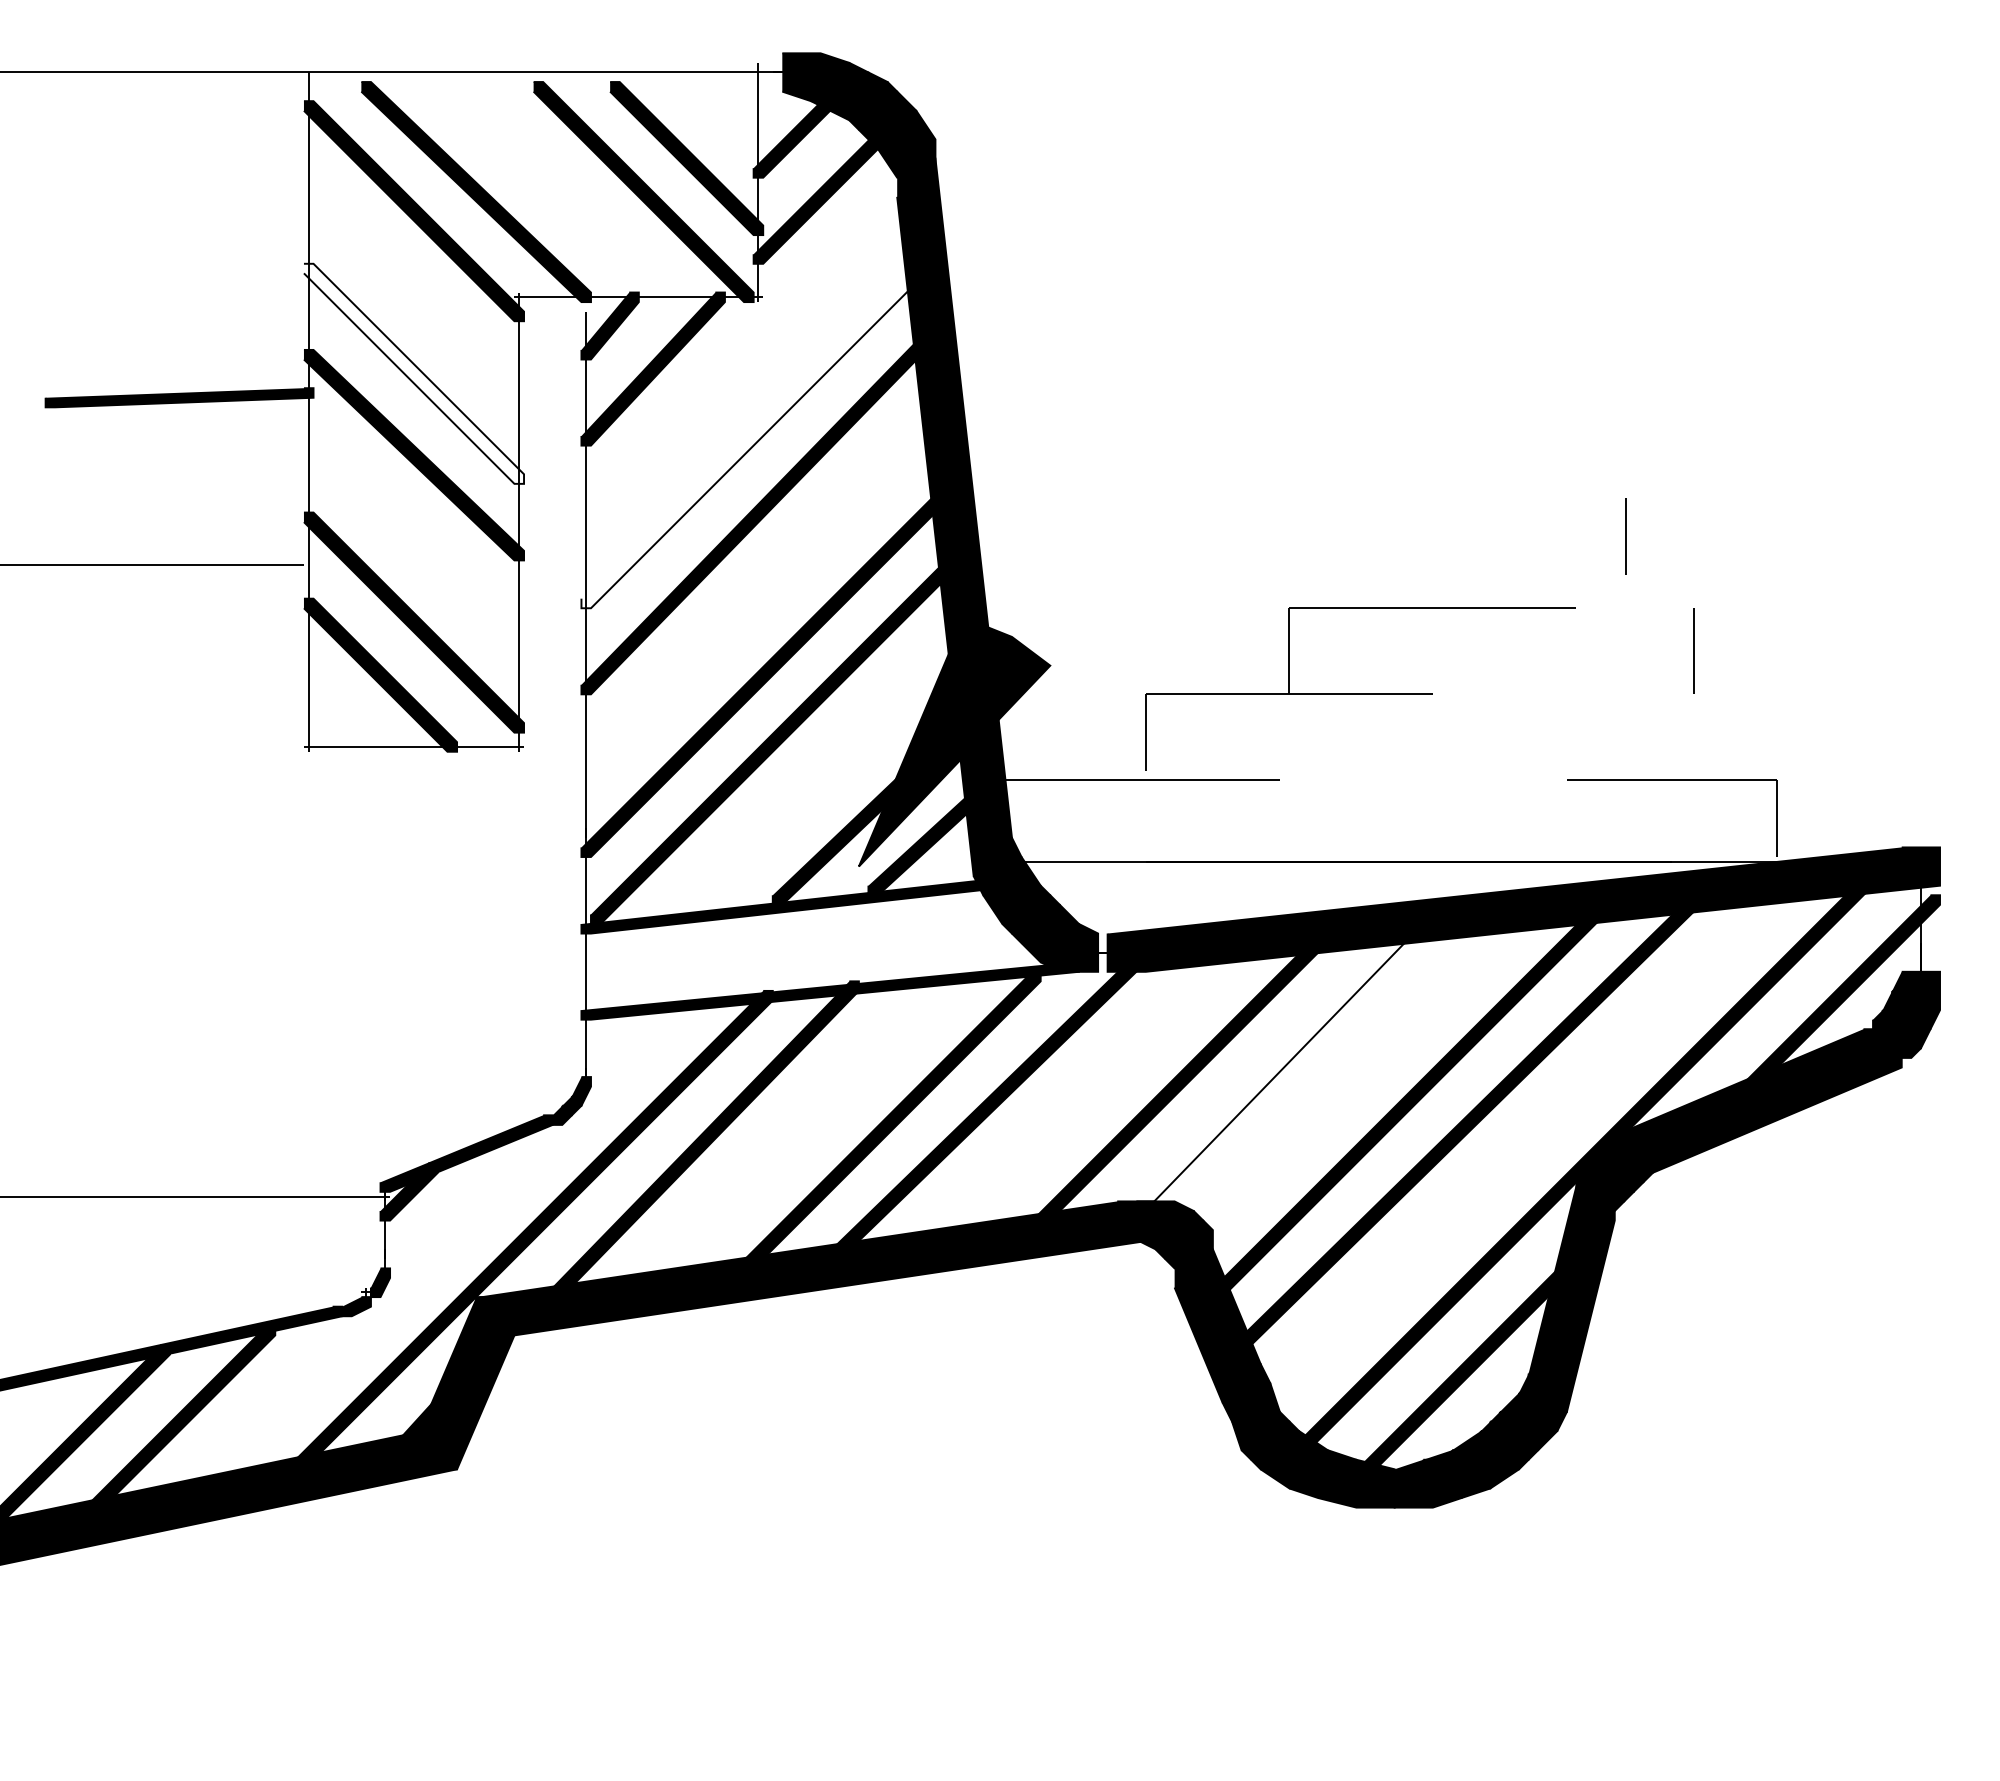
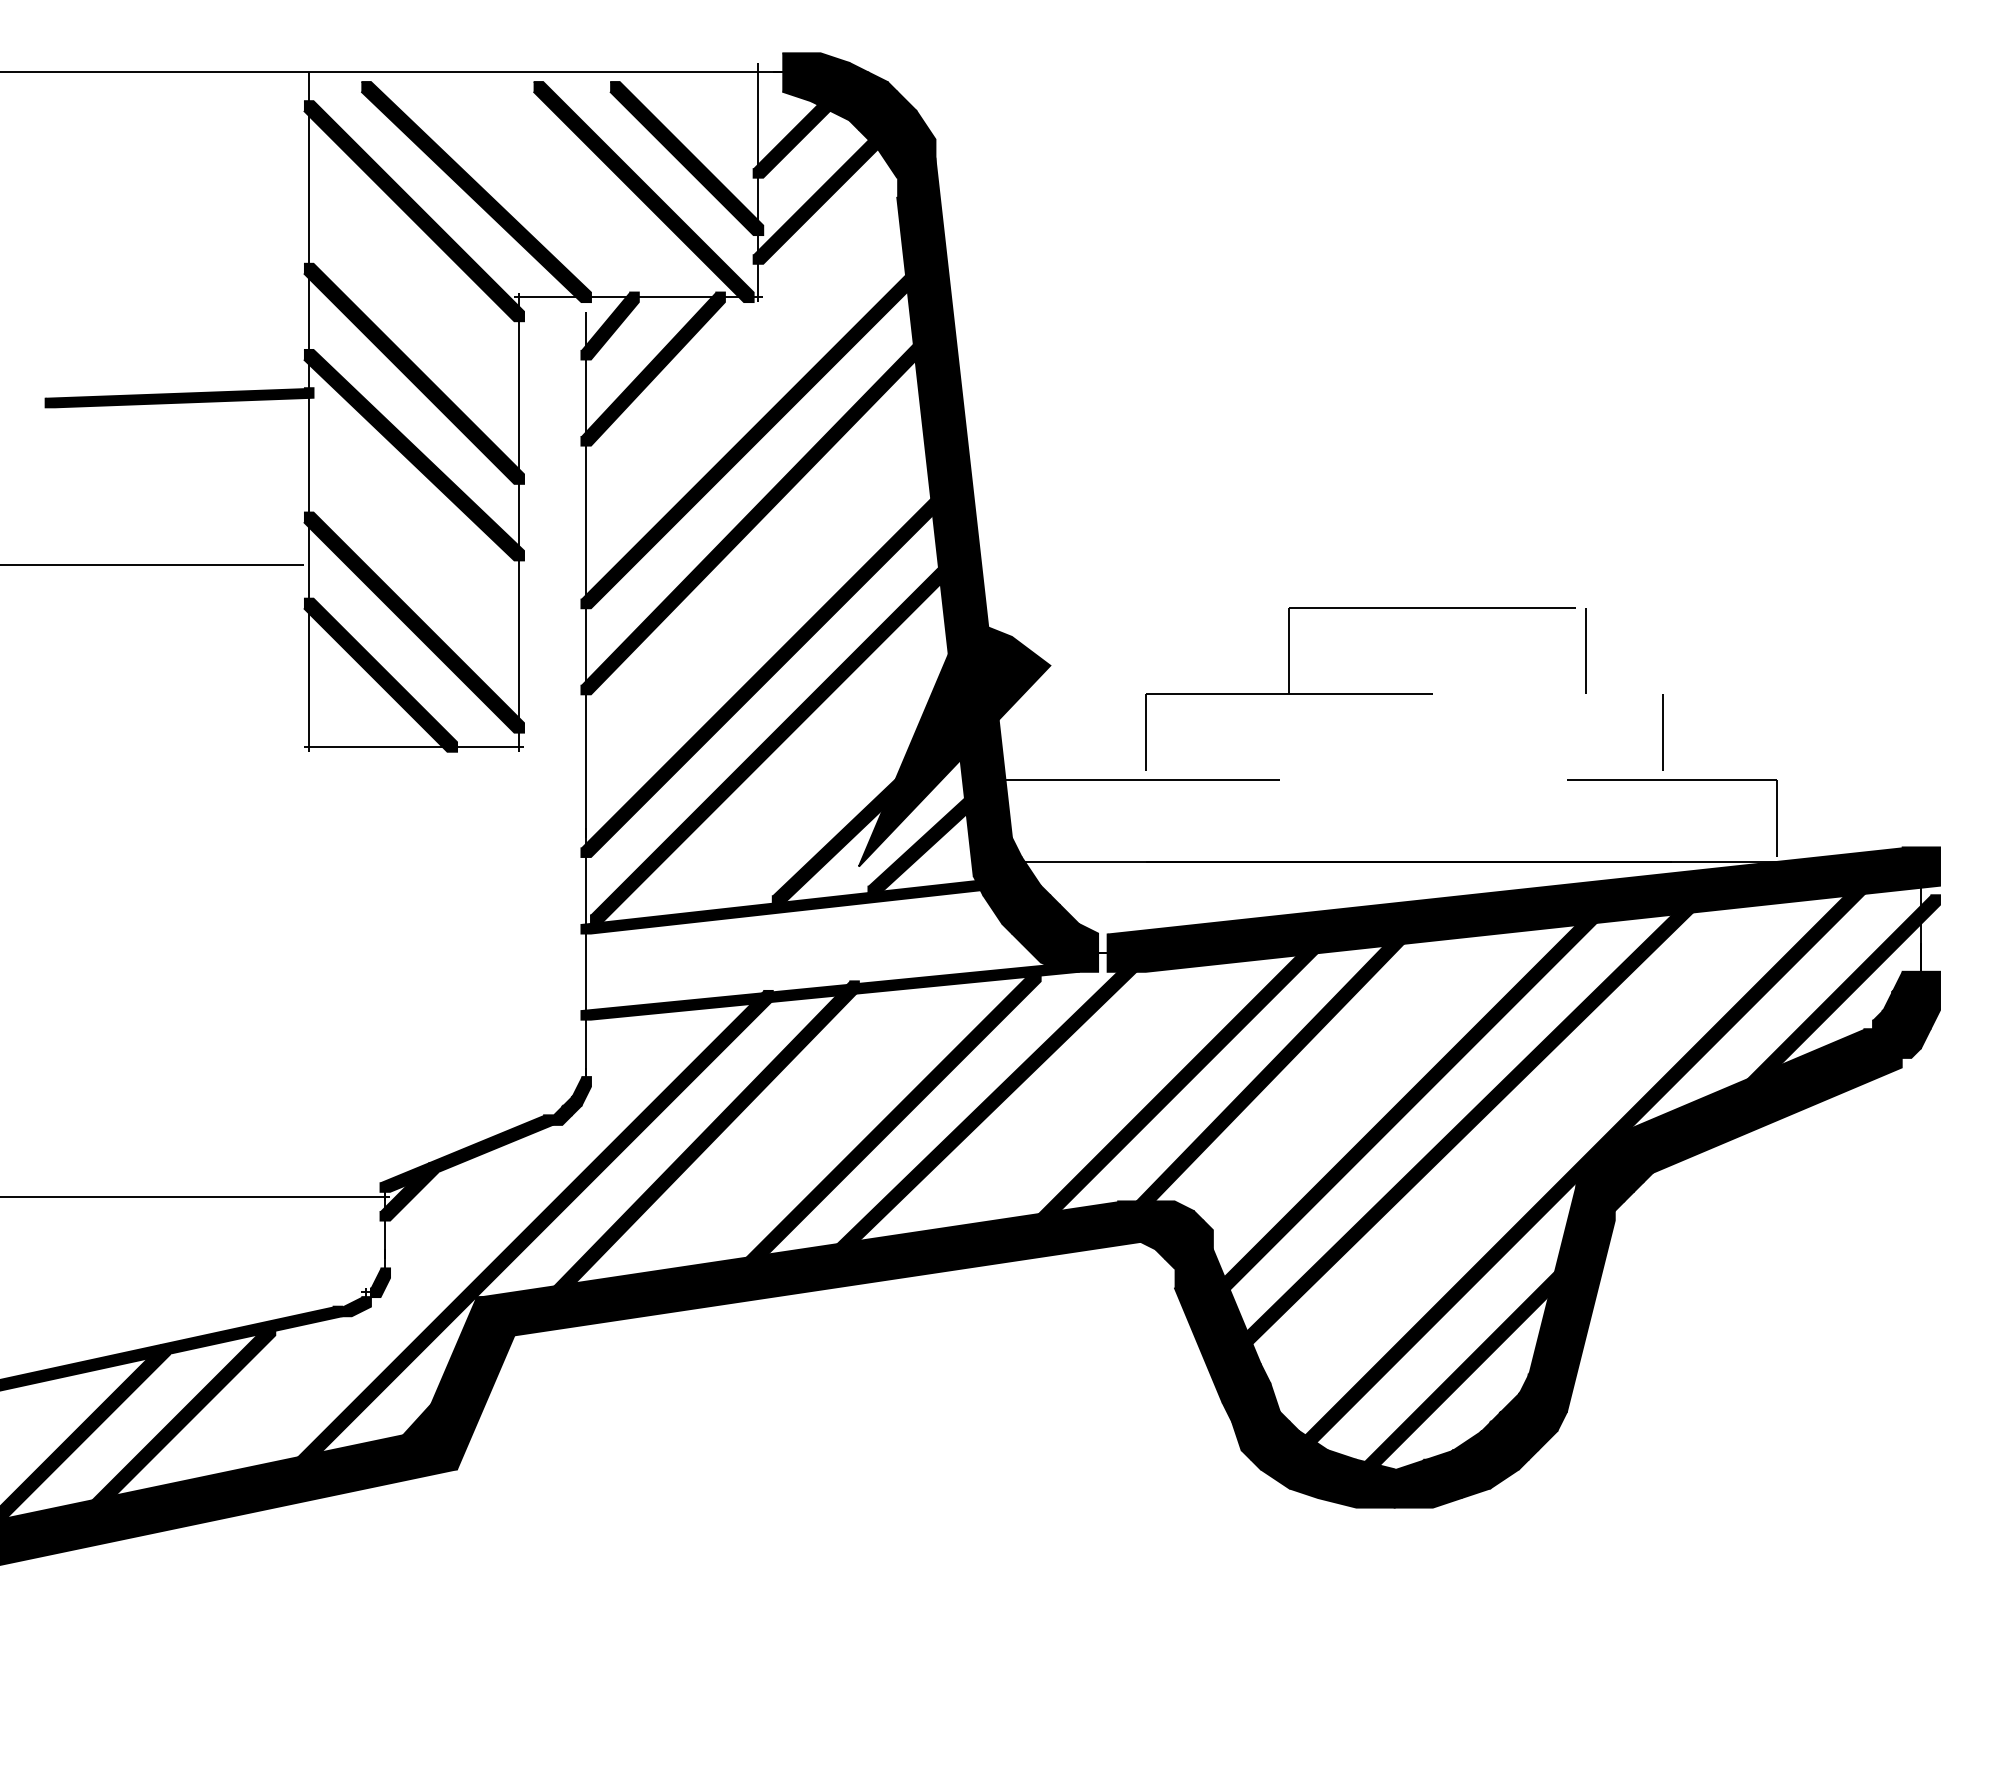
fill at (413, 373): none -> present
fill at (753, 435): none -> present
line at (1625, 536) position: (1625, 536) -> (1662, 732)
line at (1693, 650) position: (1693, 650) -> (1585, 650)
fill at (1260, 1081): none -> present
